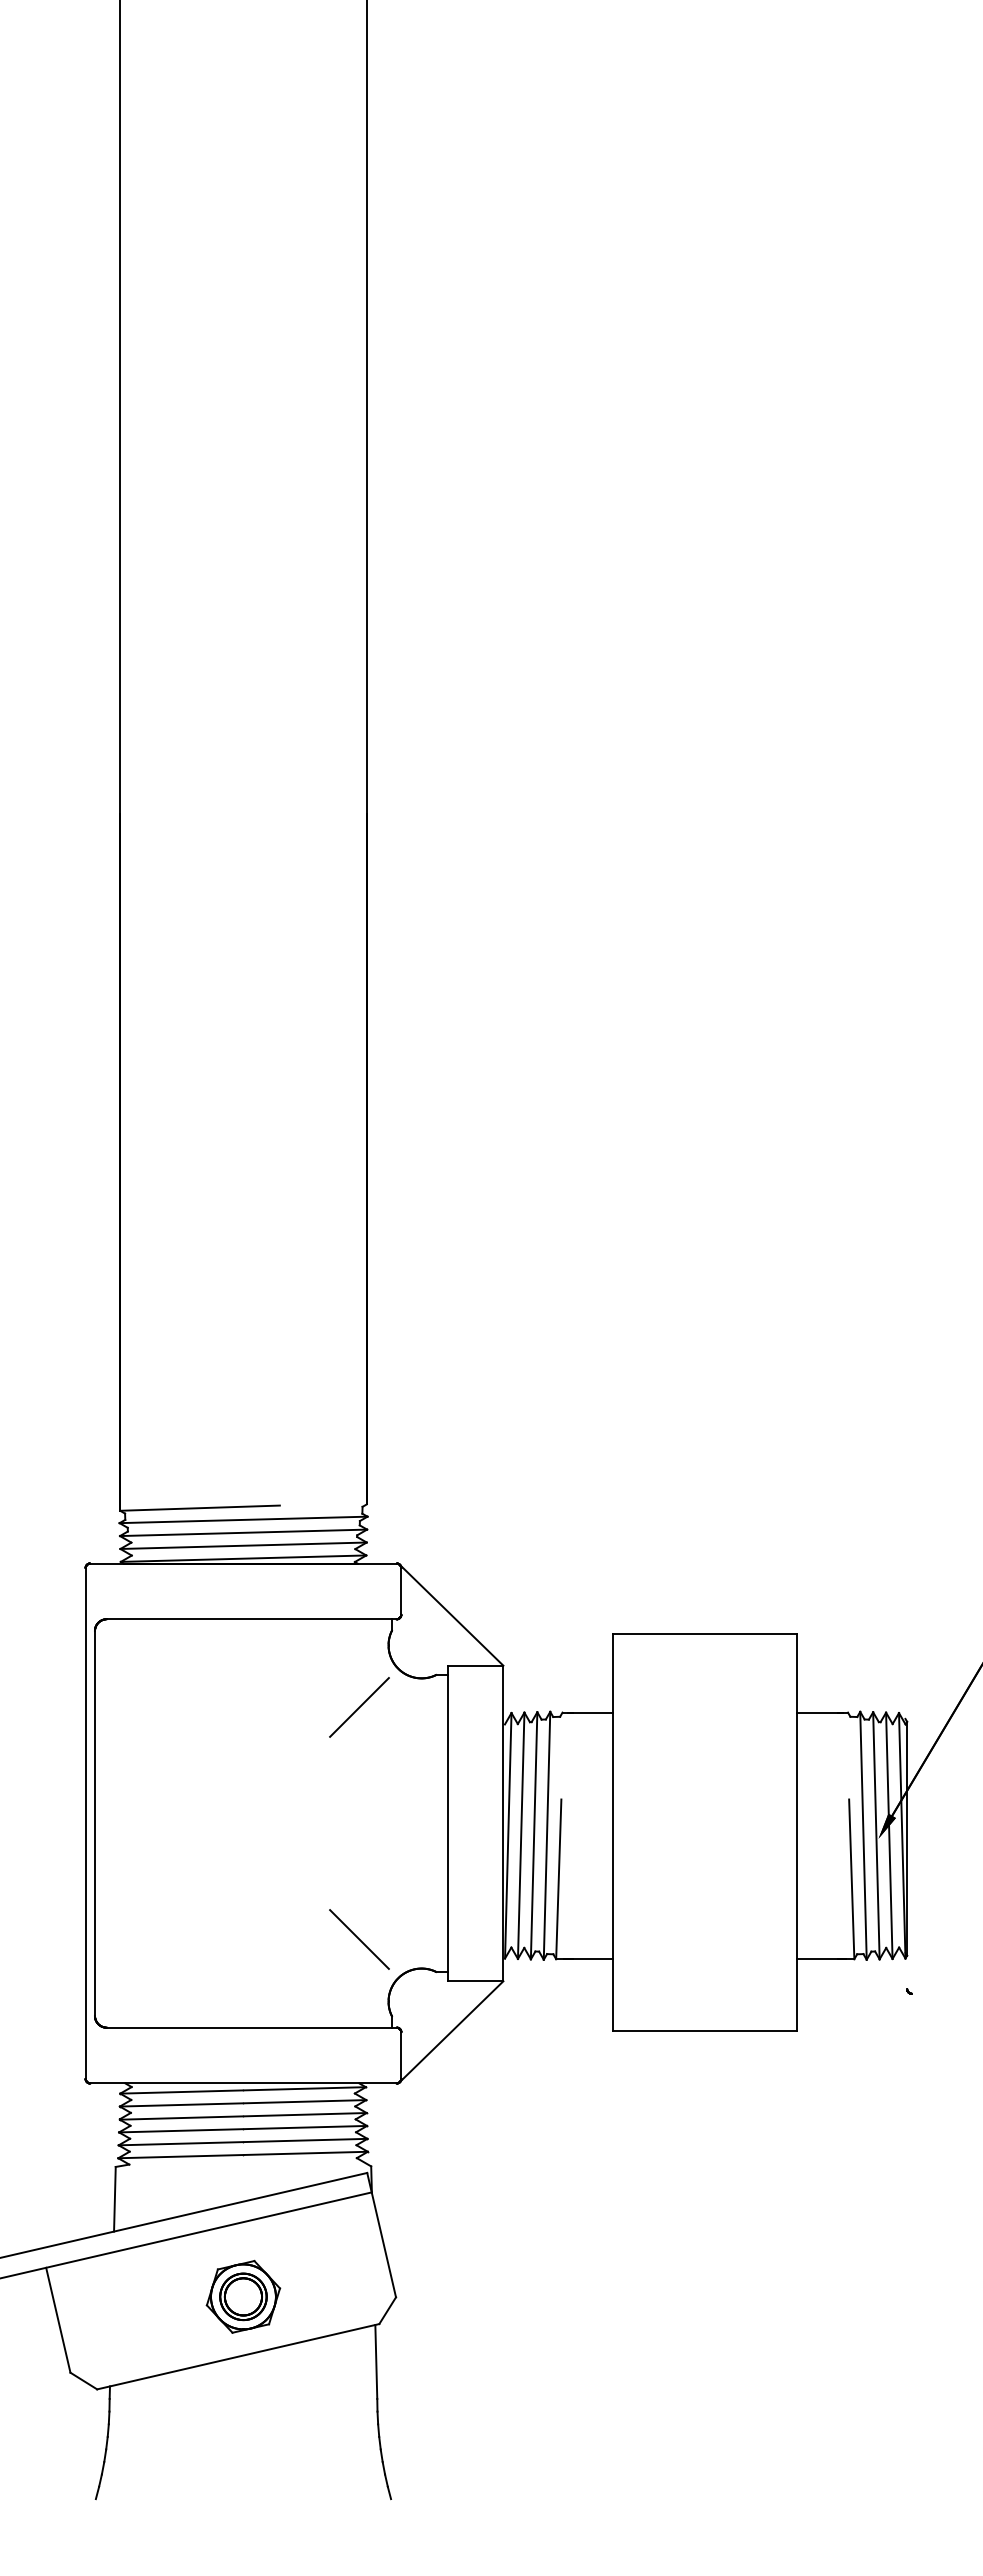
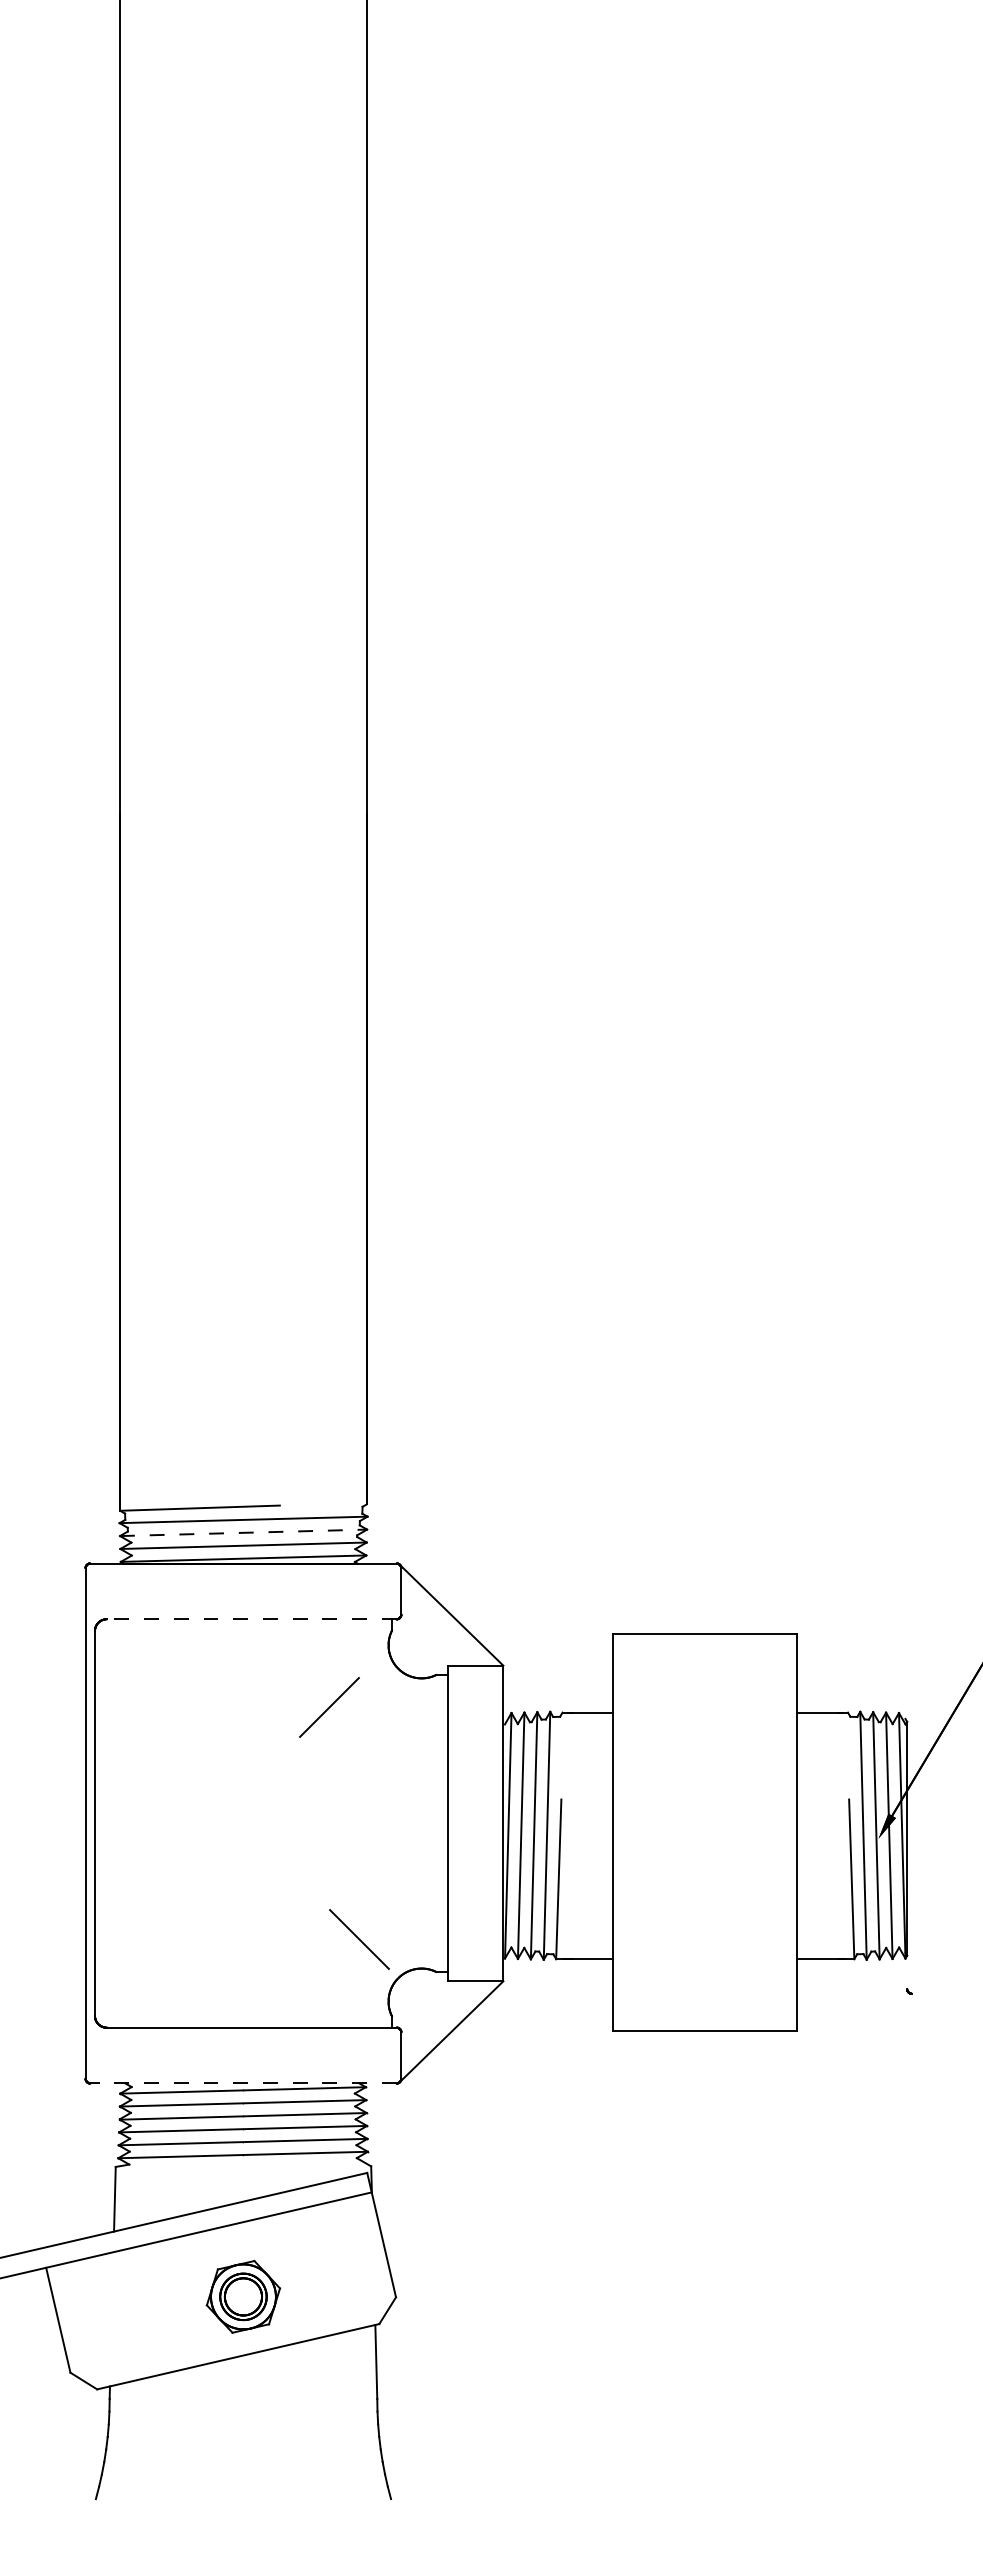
line at (243, 1532): solid -> dashed
line at (251, 1619): solid -> dashed
line at (359, 1707) position: (359, 1707) -> (329, 1707)
line at (242, 2083): solid -> dashed
